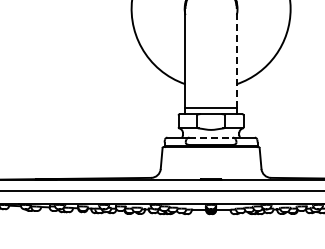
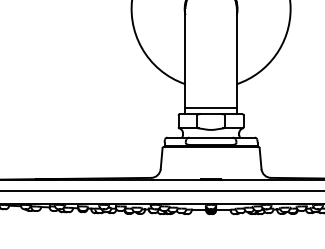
line at (236, 58): dashed -> solid
line at (211, 137): dashed -> solid
